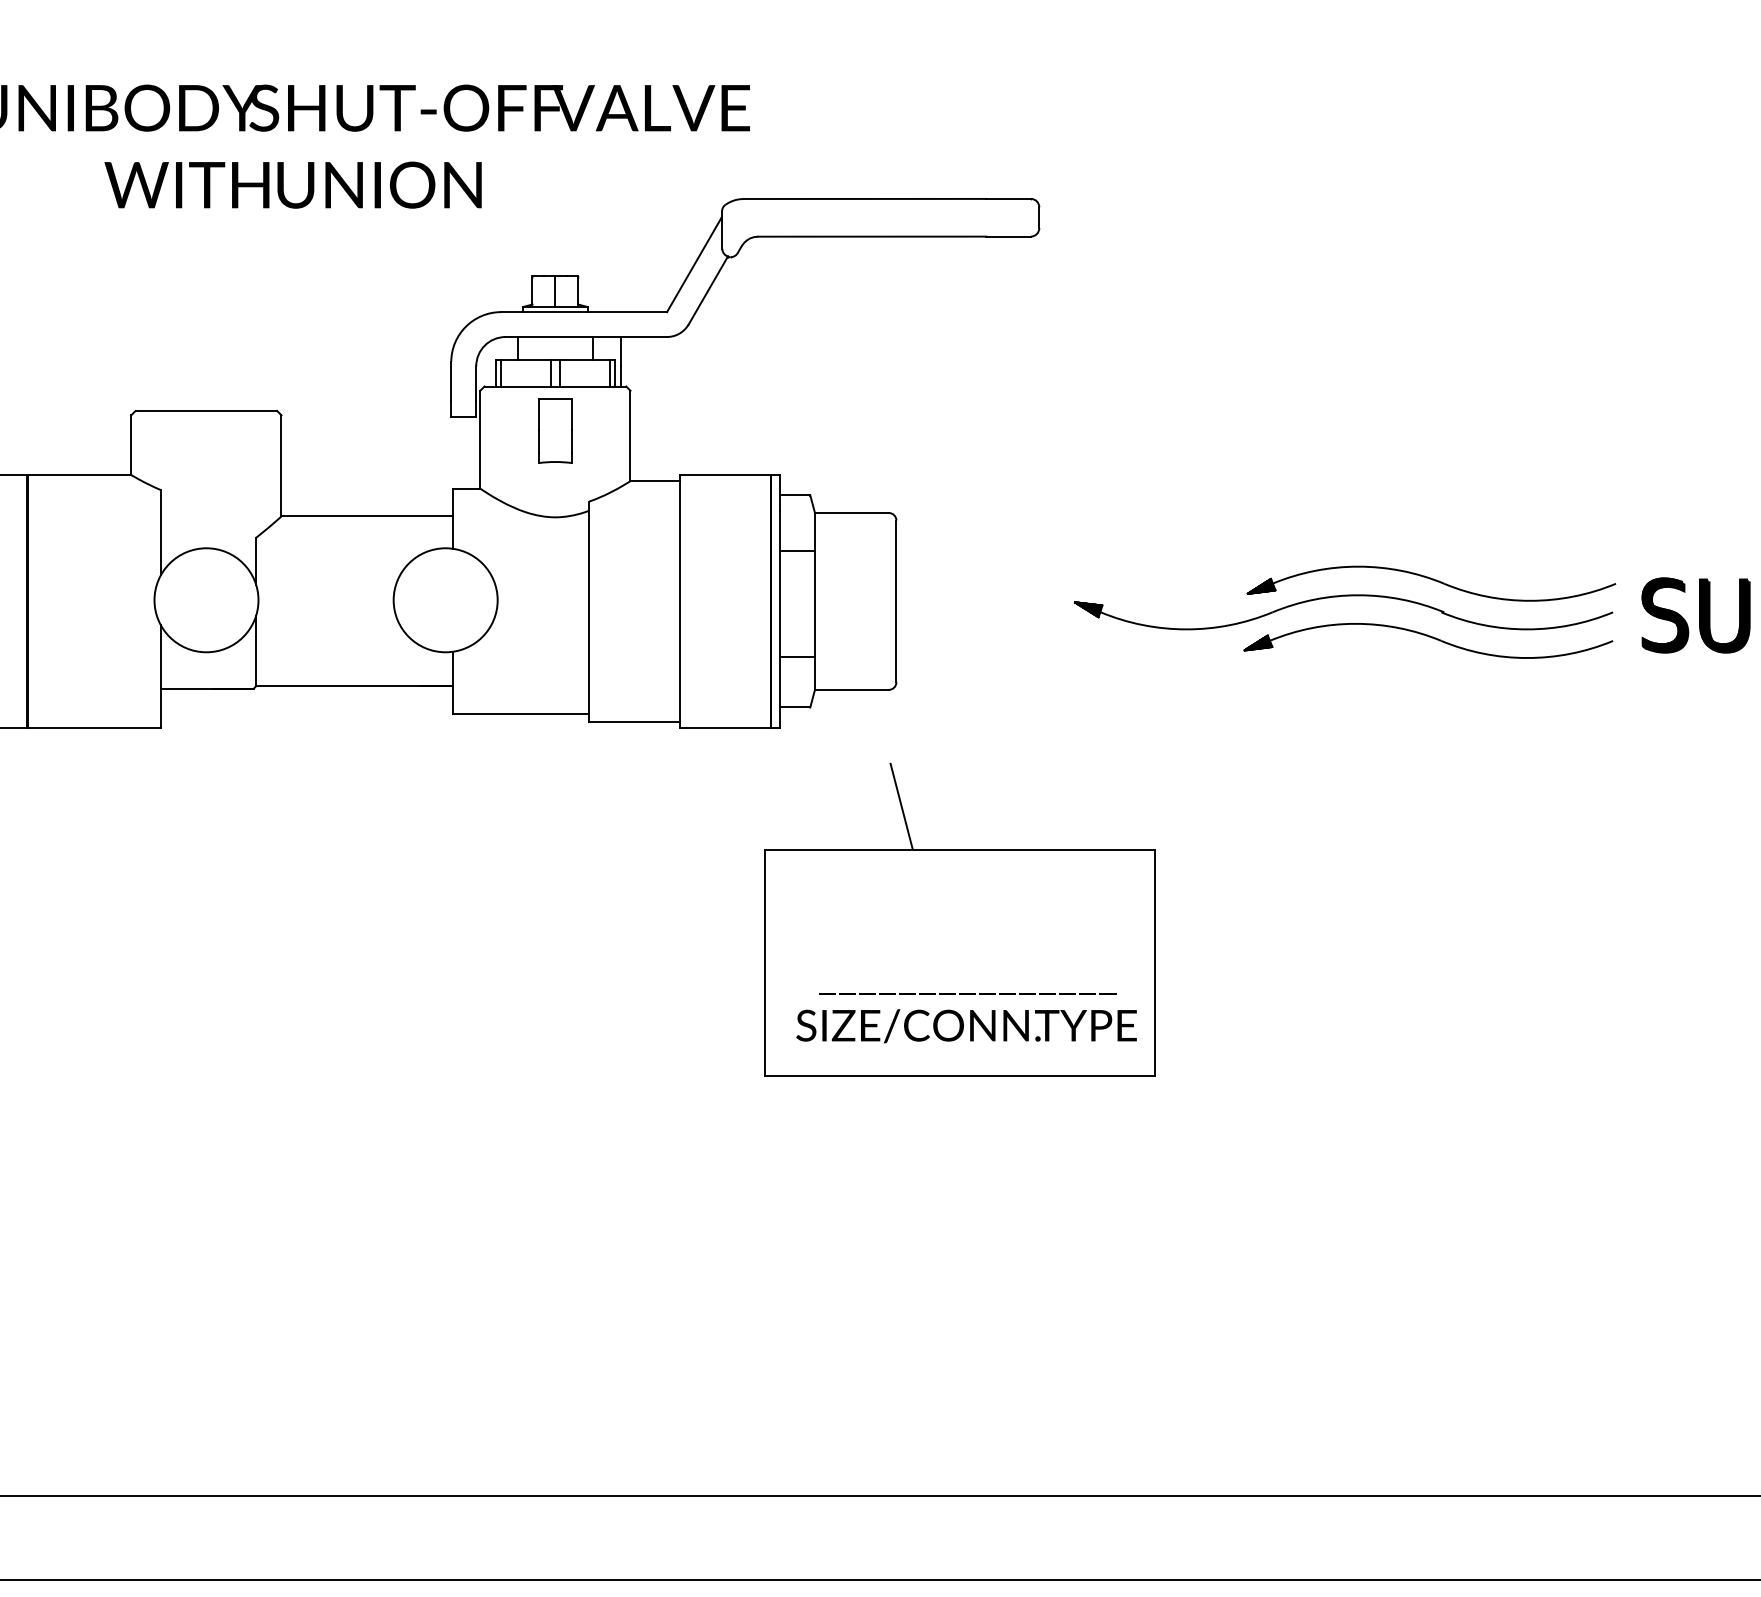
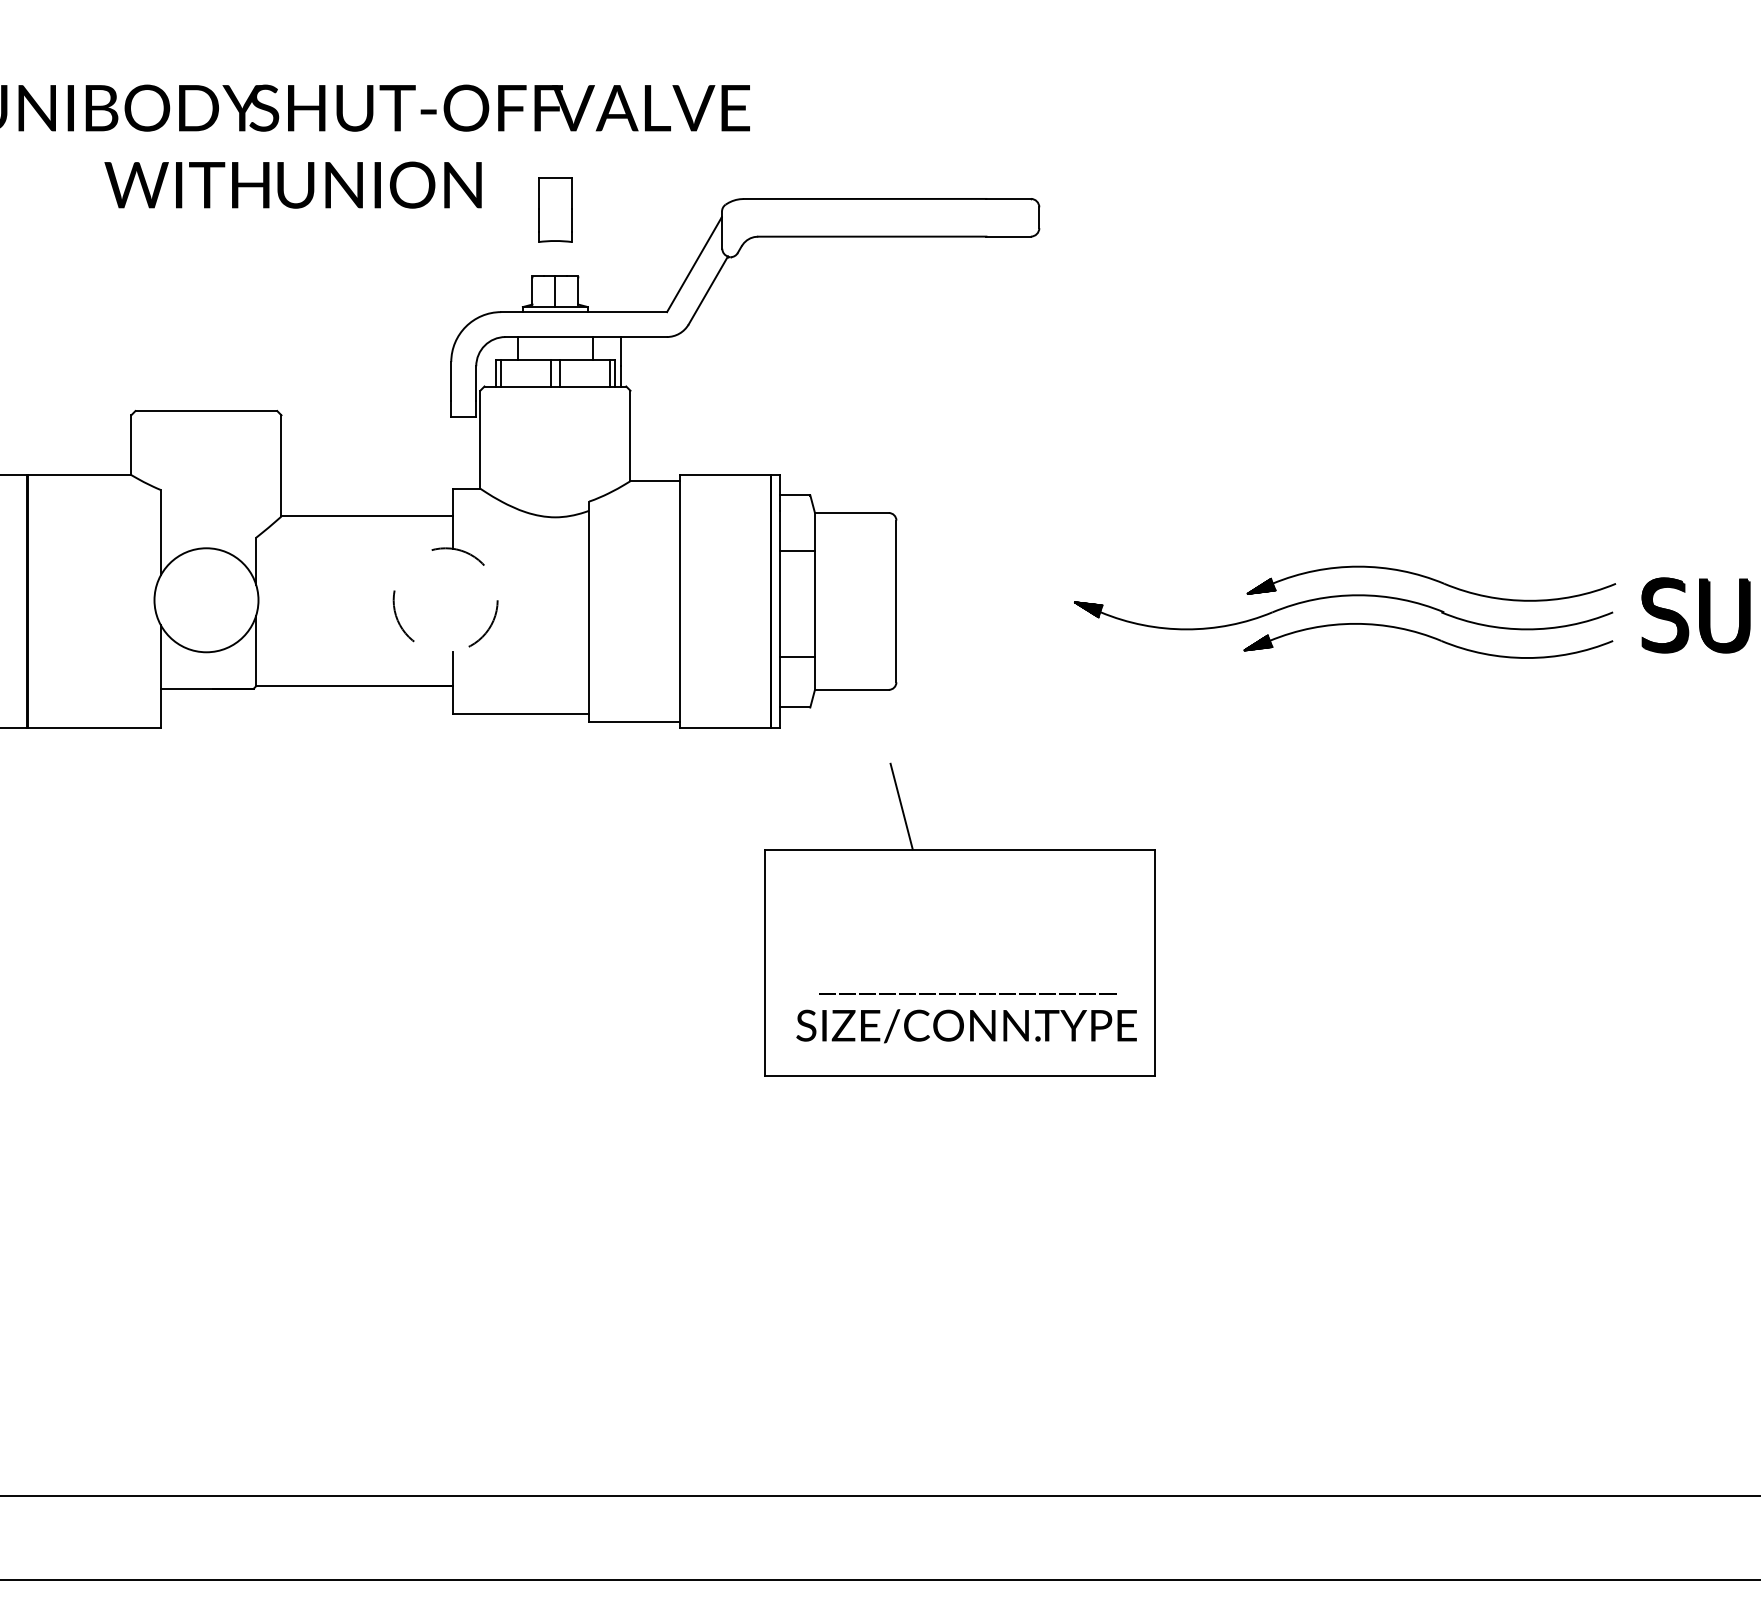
part at (555, 430) position: (555, 430) -> (555, 209)
circle at (445, 600): solid -> dashed
